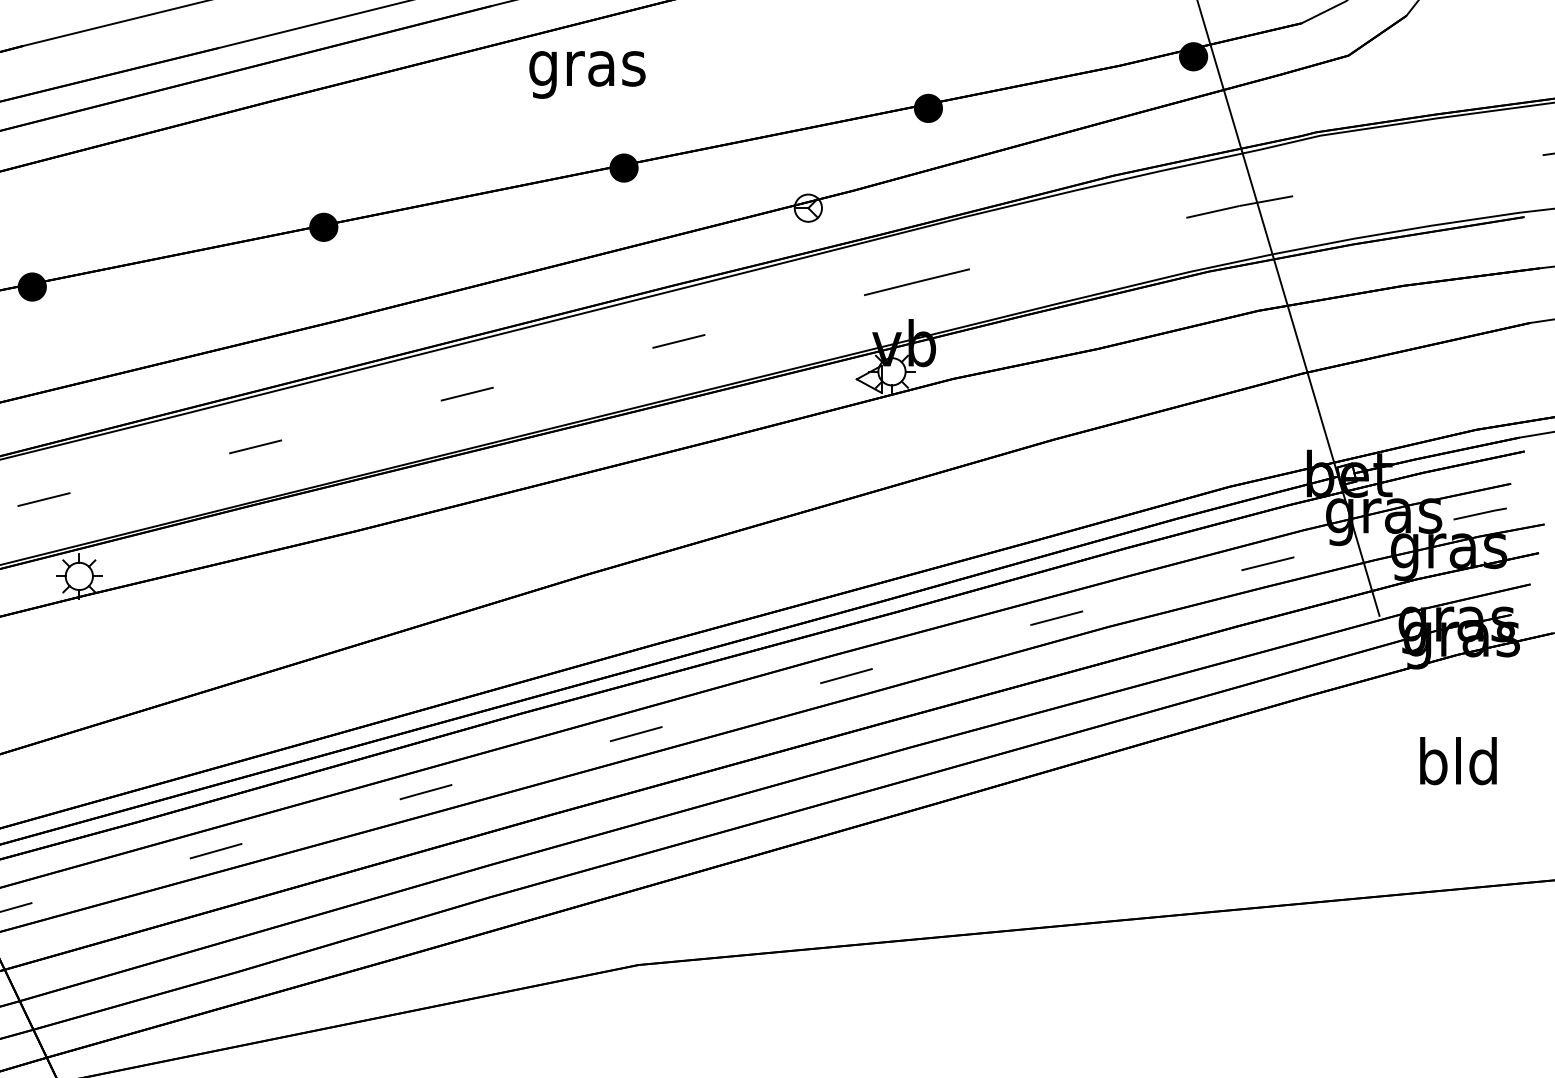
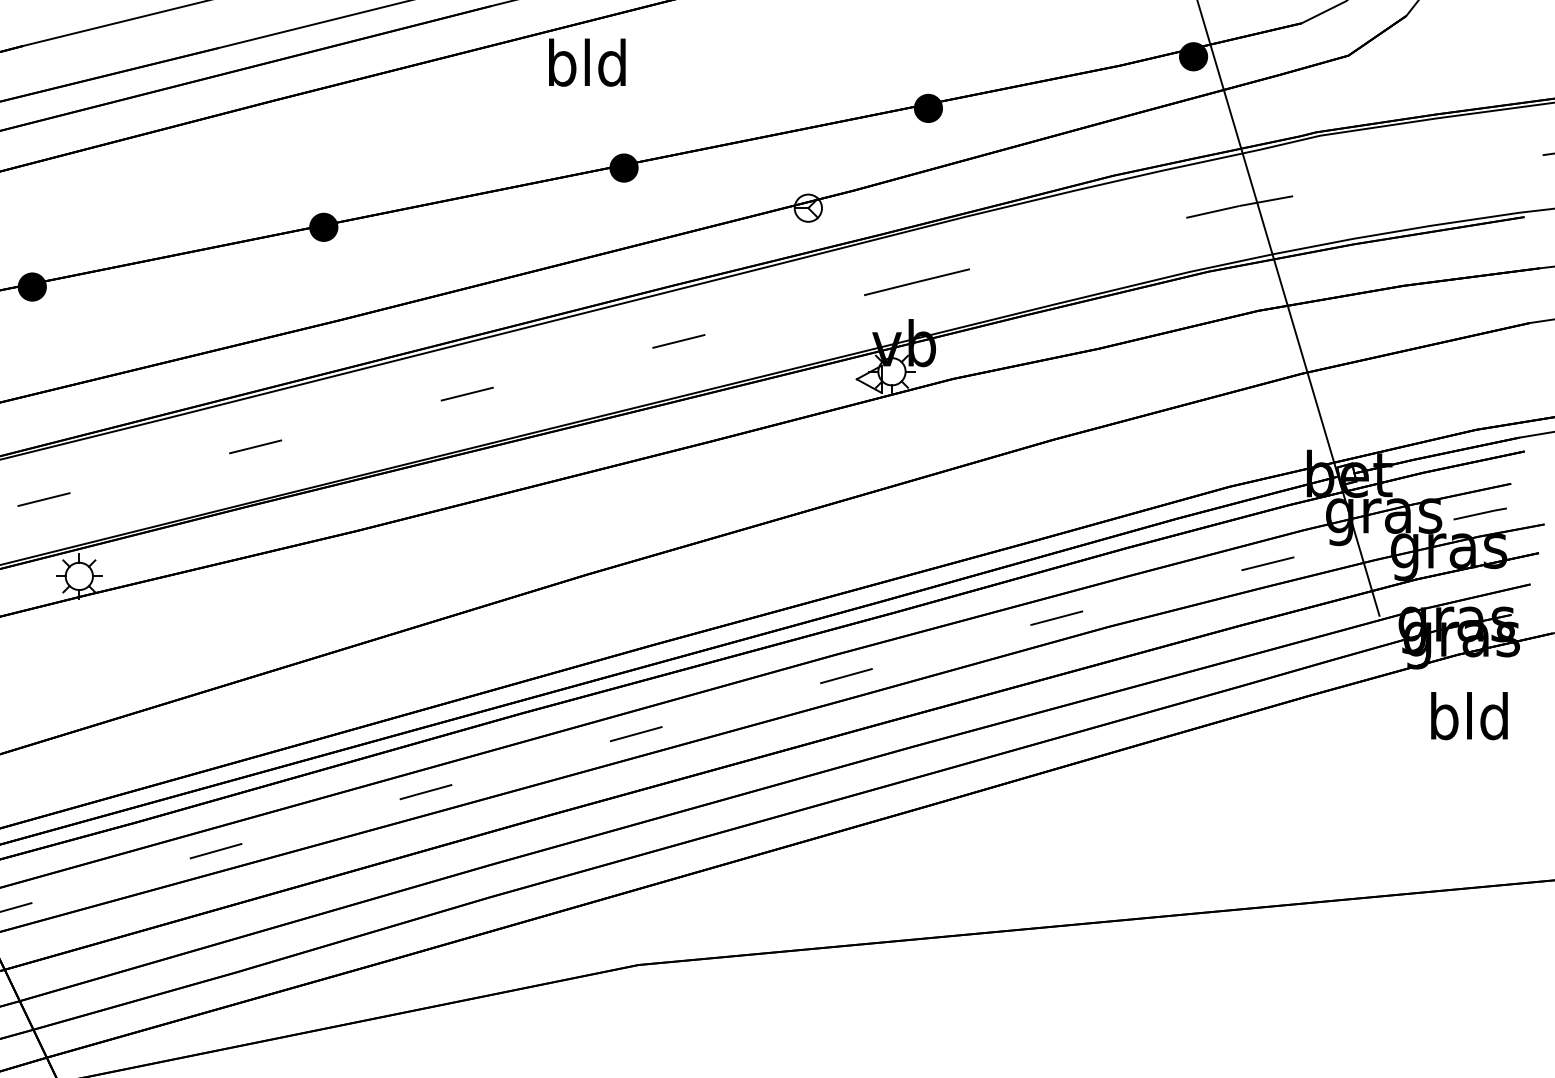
text at (587, 68): gras -> bld
text at (1458, 761) position: (1458, 761) -> (1469, 716)
